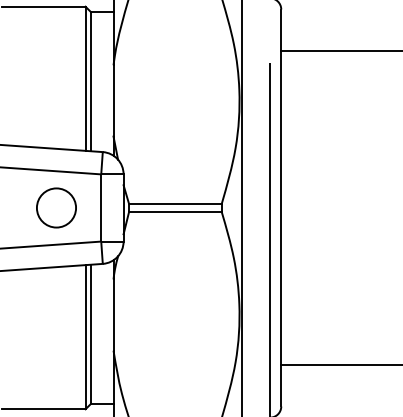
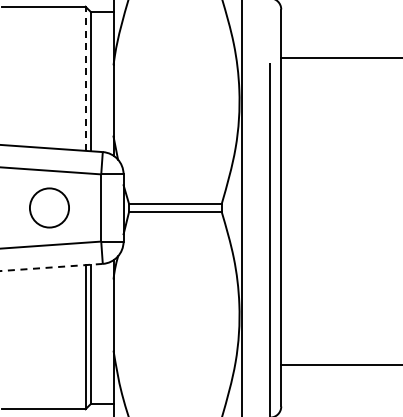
line at (340, 51) position: (340, 51) -> (340, 58)
line at (85, 78): solid -> dashed
circle at (56, 207) position: (56, 207) -> (49, 207)
line at (51, 267): solid -> dashed
